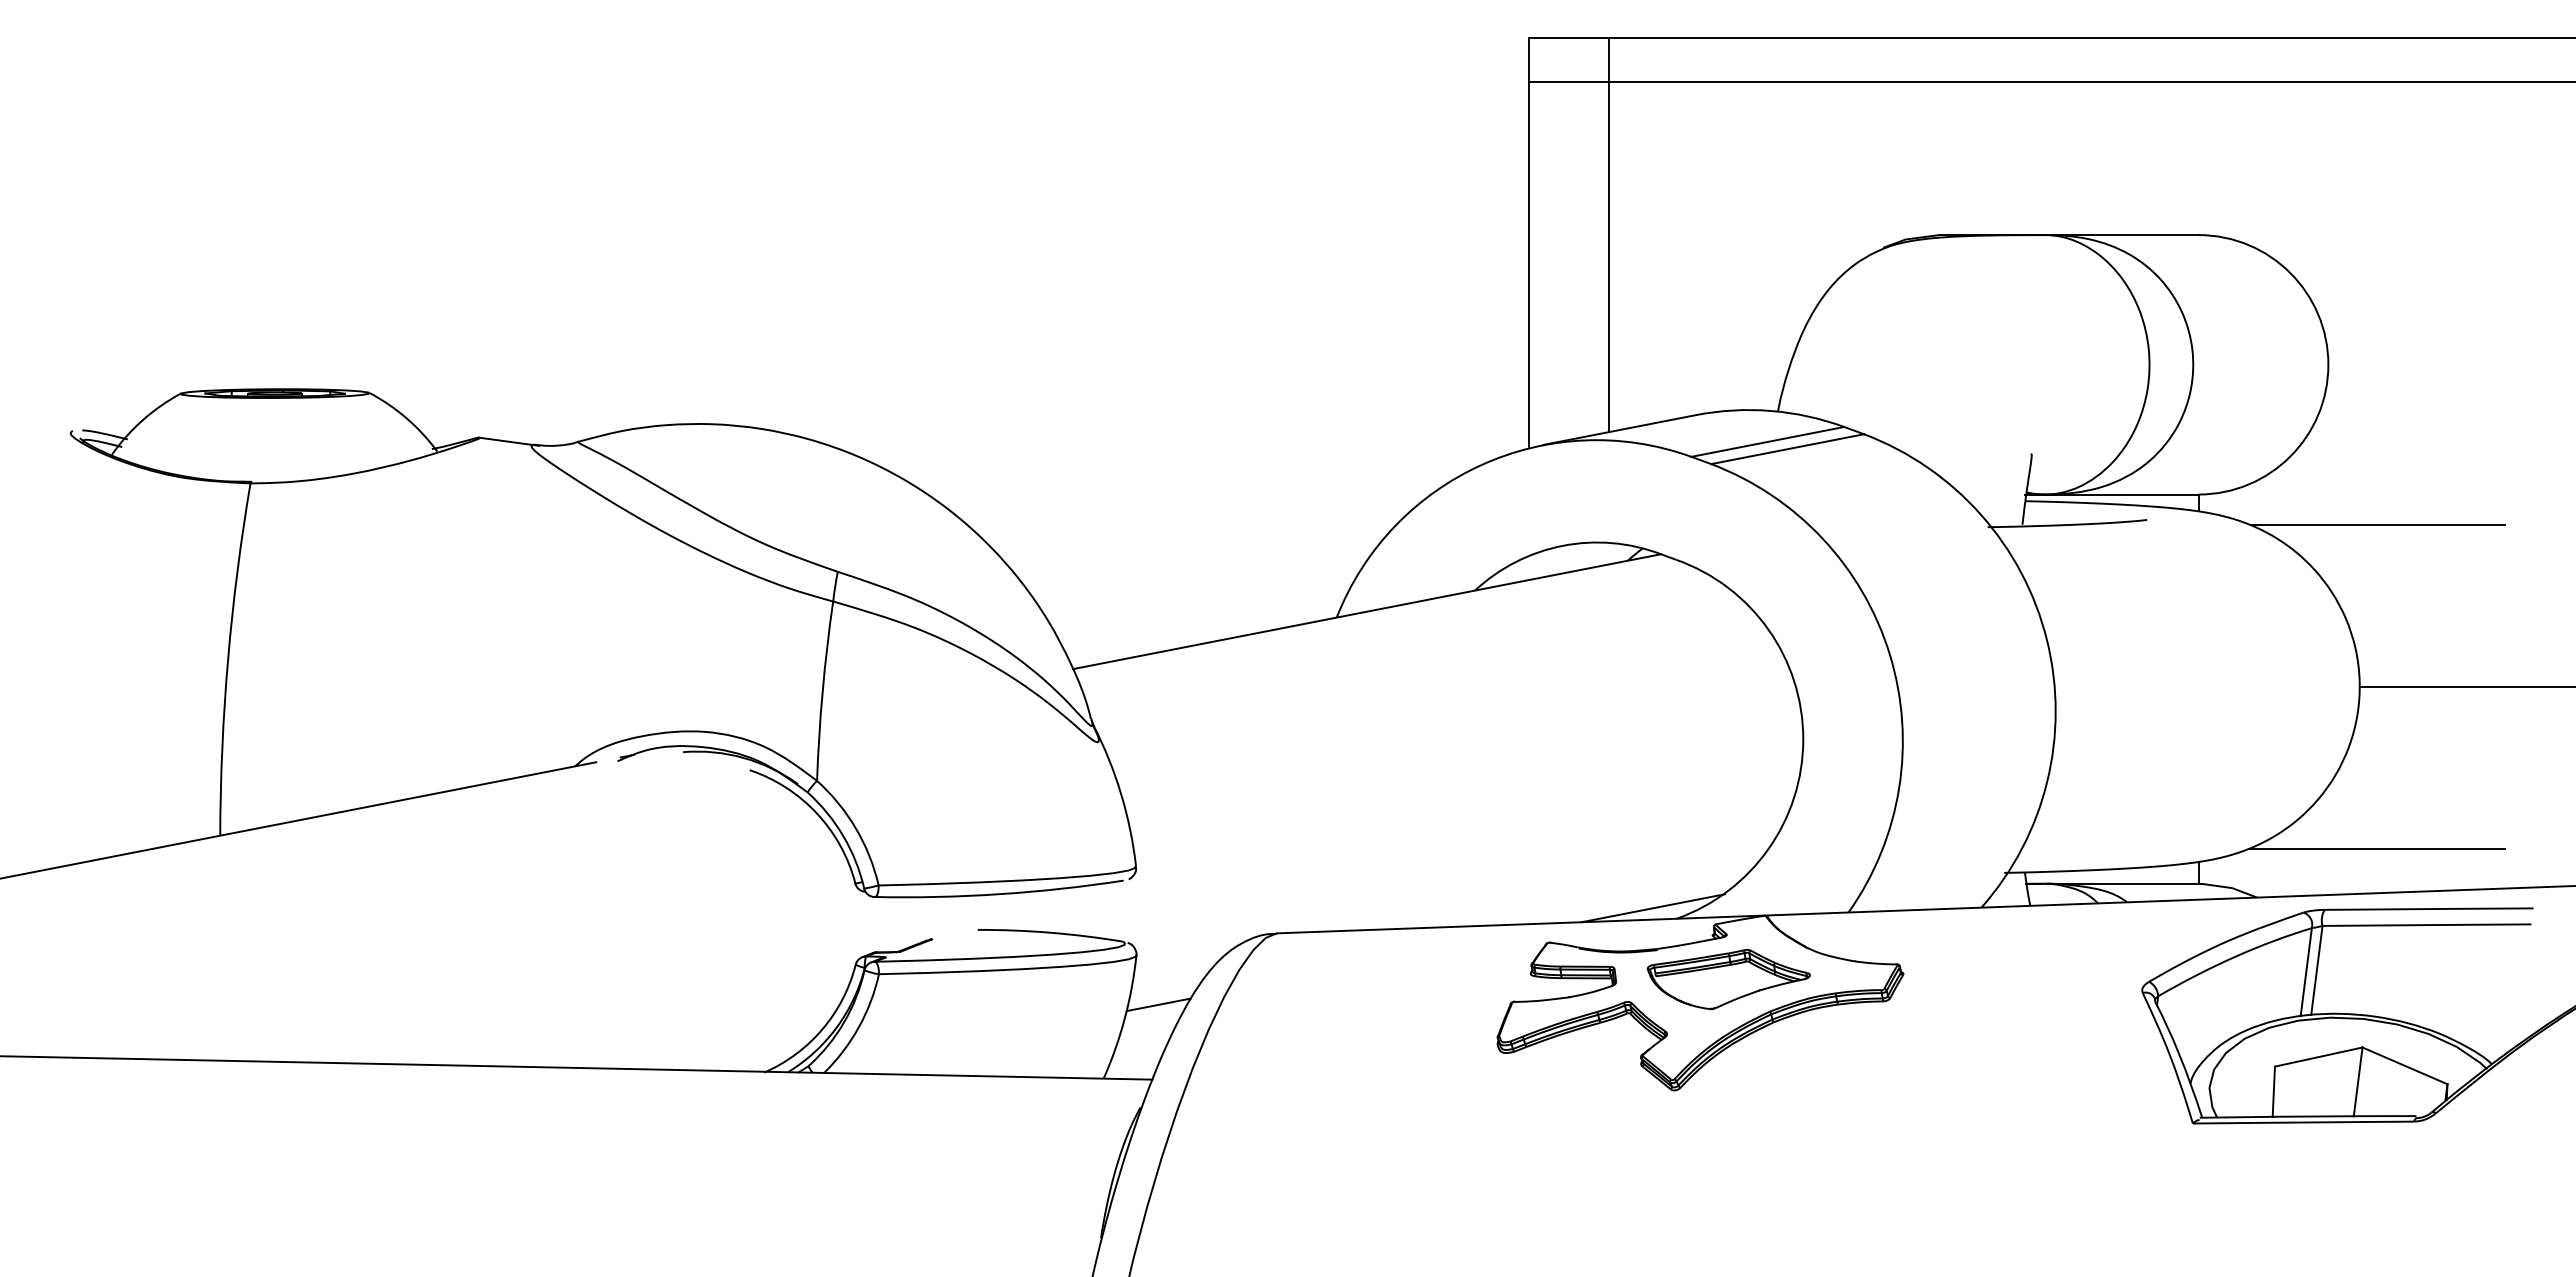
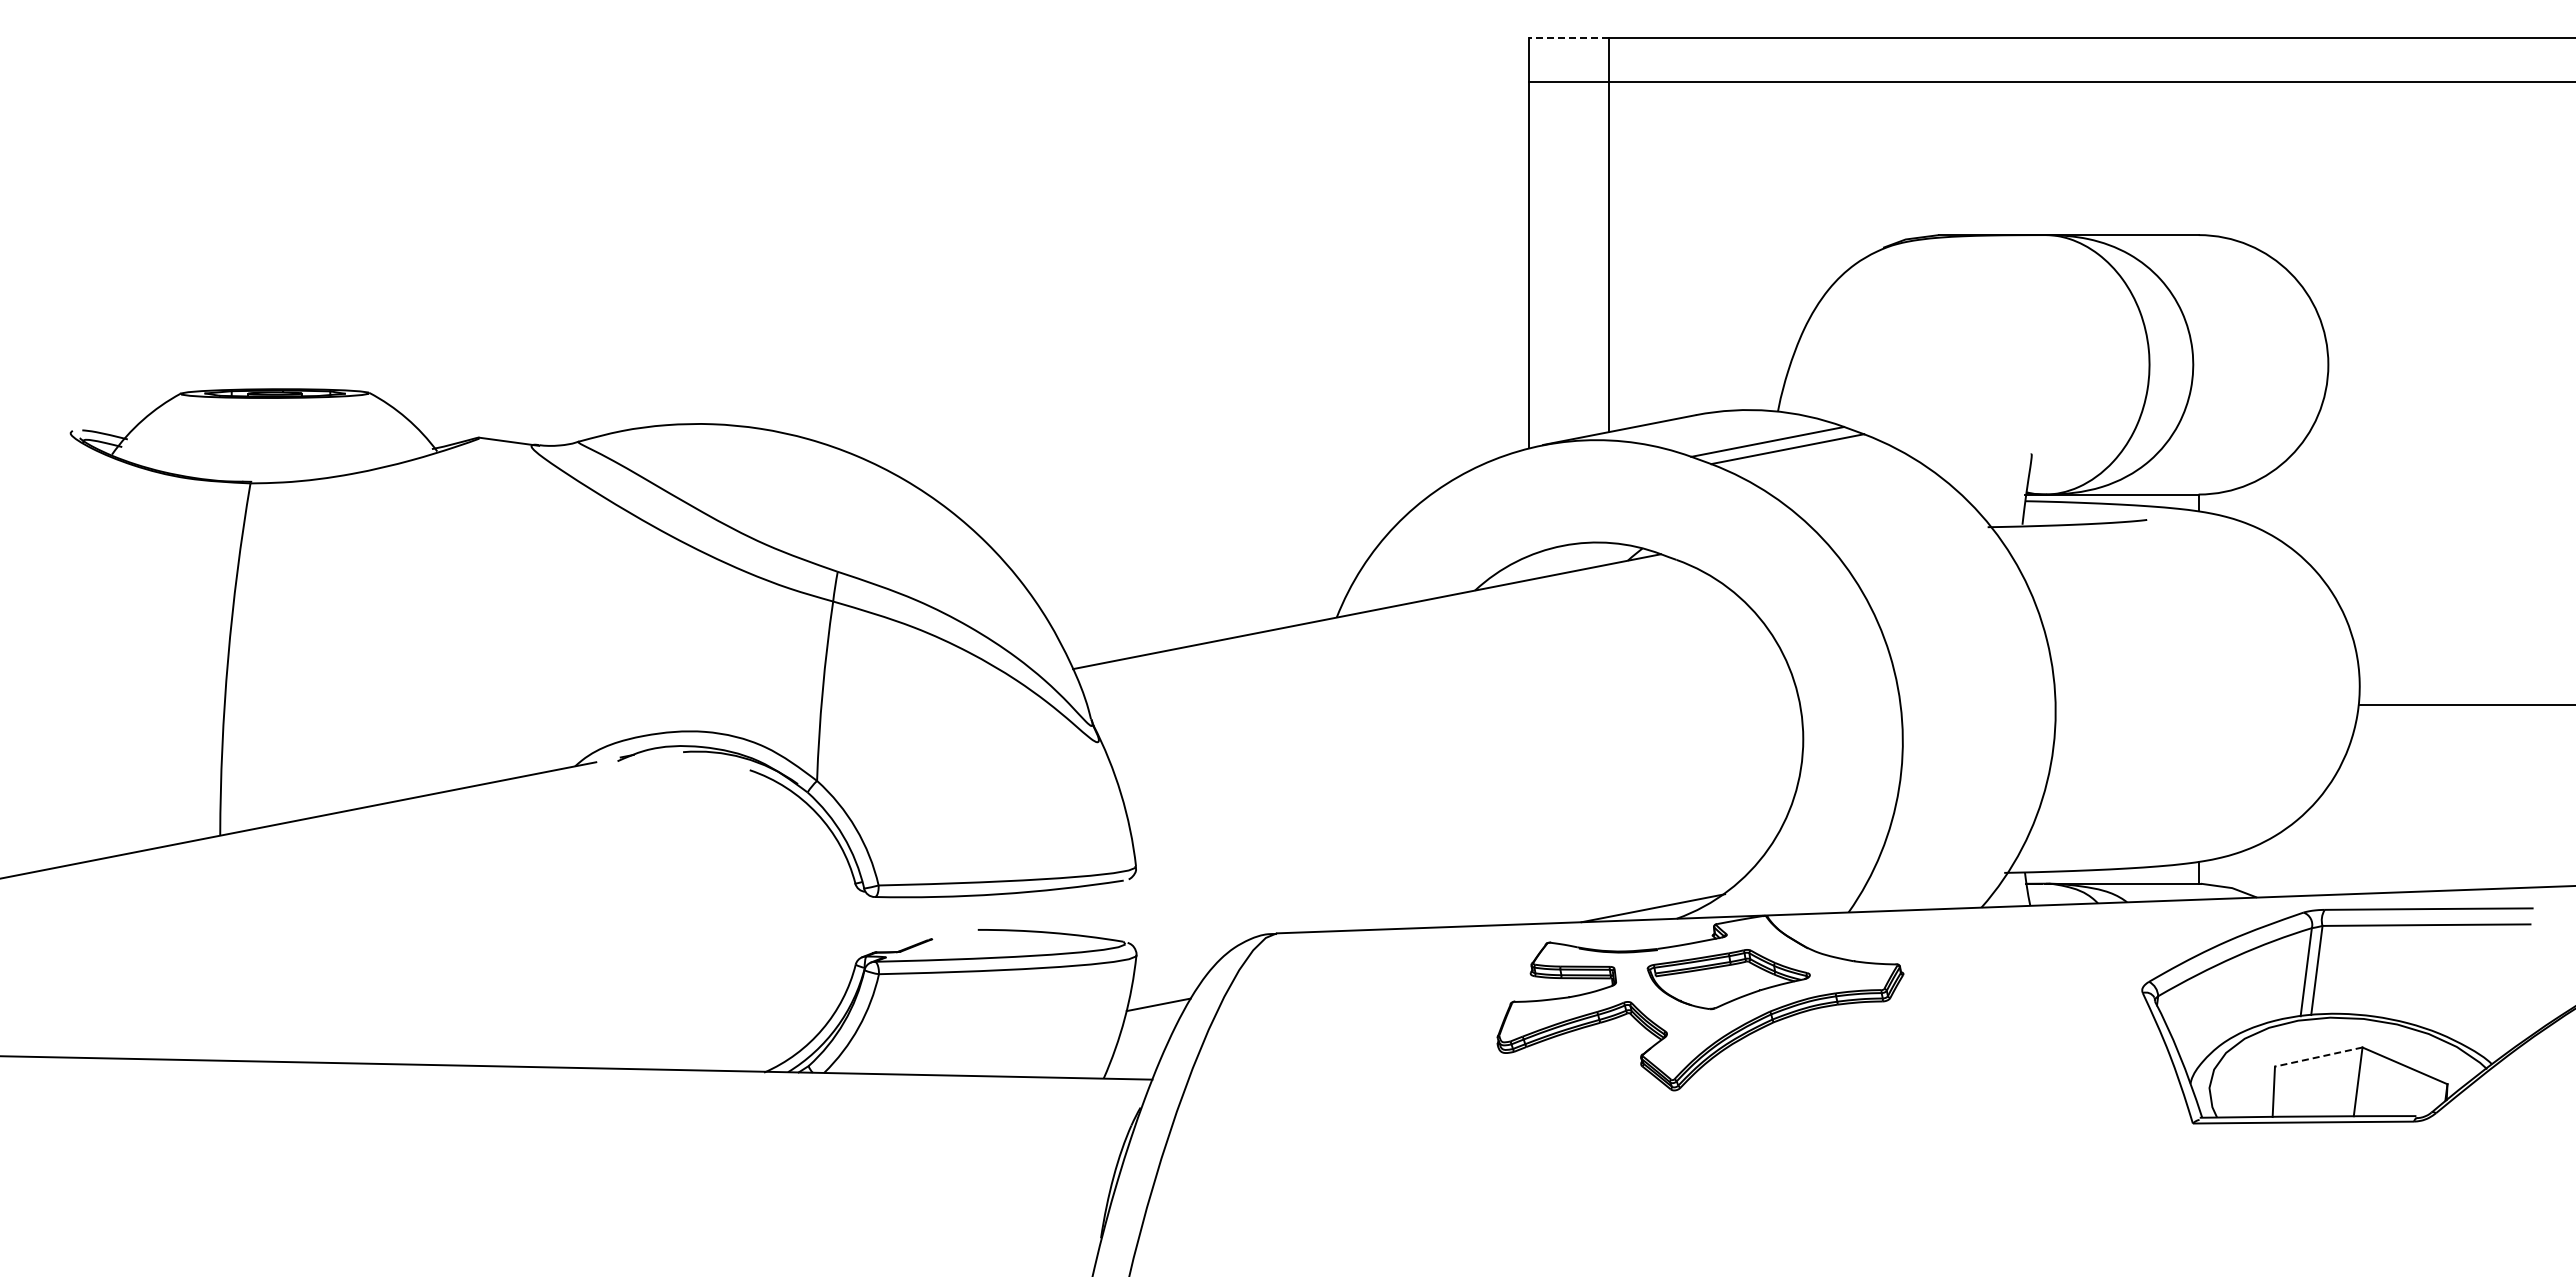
line at (1568, 38): solid -> dashed
line at (2377, 524): present -> none
line at (2465, 686) position: (2465, 686) -> (2465, 704)
line at (2377, 849): present -> none
line at (2318, 1057): solid -> dashed
